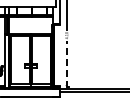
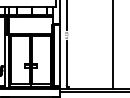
line at (112, 45): none -> present
line at (60, 55): none -> present
line at (66, 63): dashed -> solid
